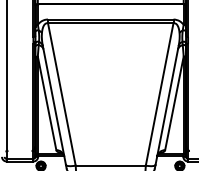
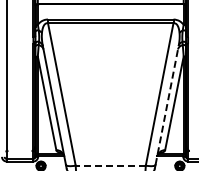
line at (167, 105): solid -> dashed
line at (110, 165): solid -> dashed
